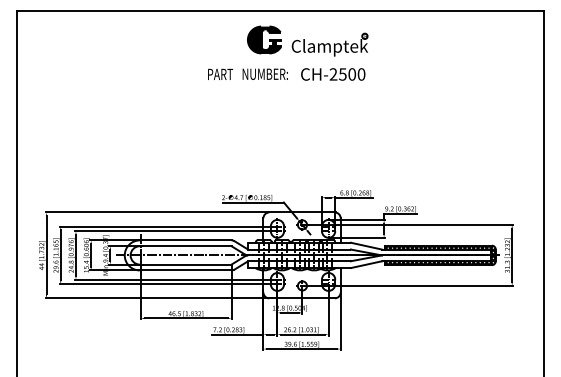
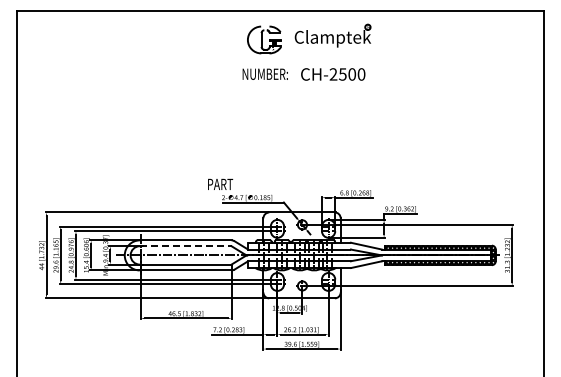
fill at (264, 39): present -> none
part at (329, 44) position: (329, 44) -> (332, 35)
text at (220, 73) position: (220, 73) -> (220, 183)
line at (185, 246): solid -> dashed
